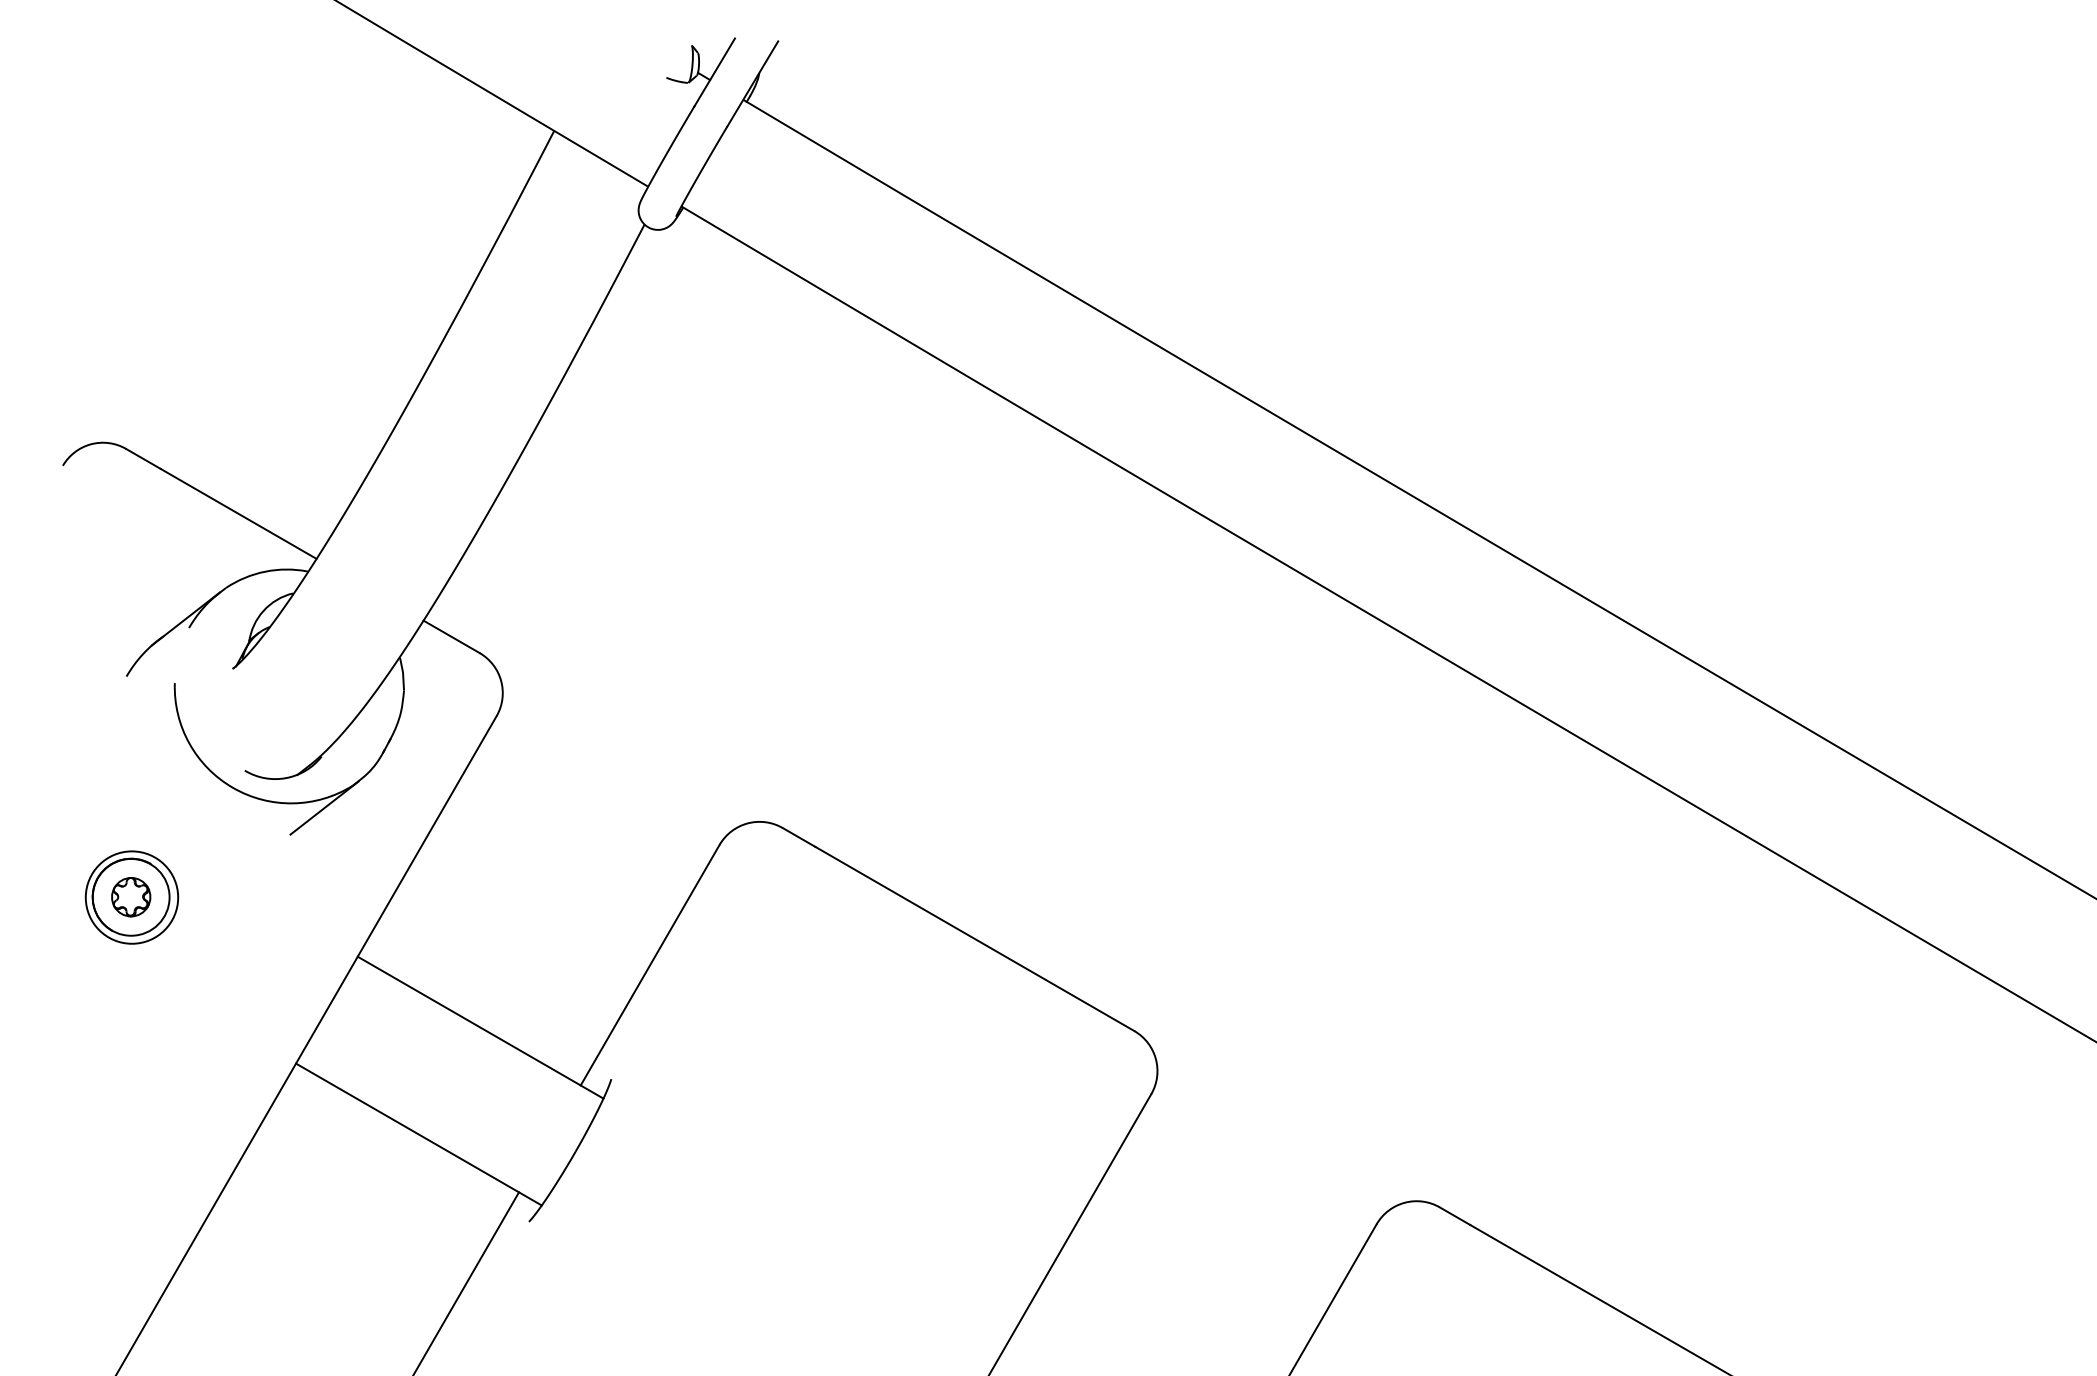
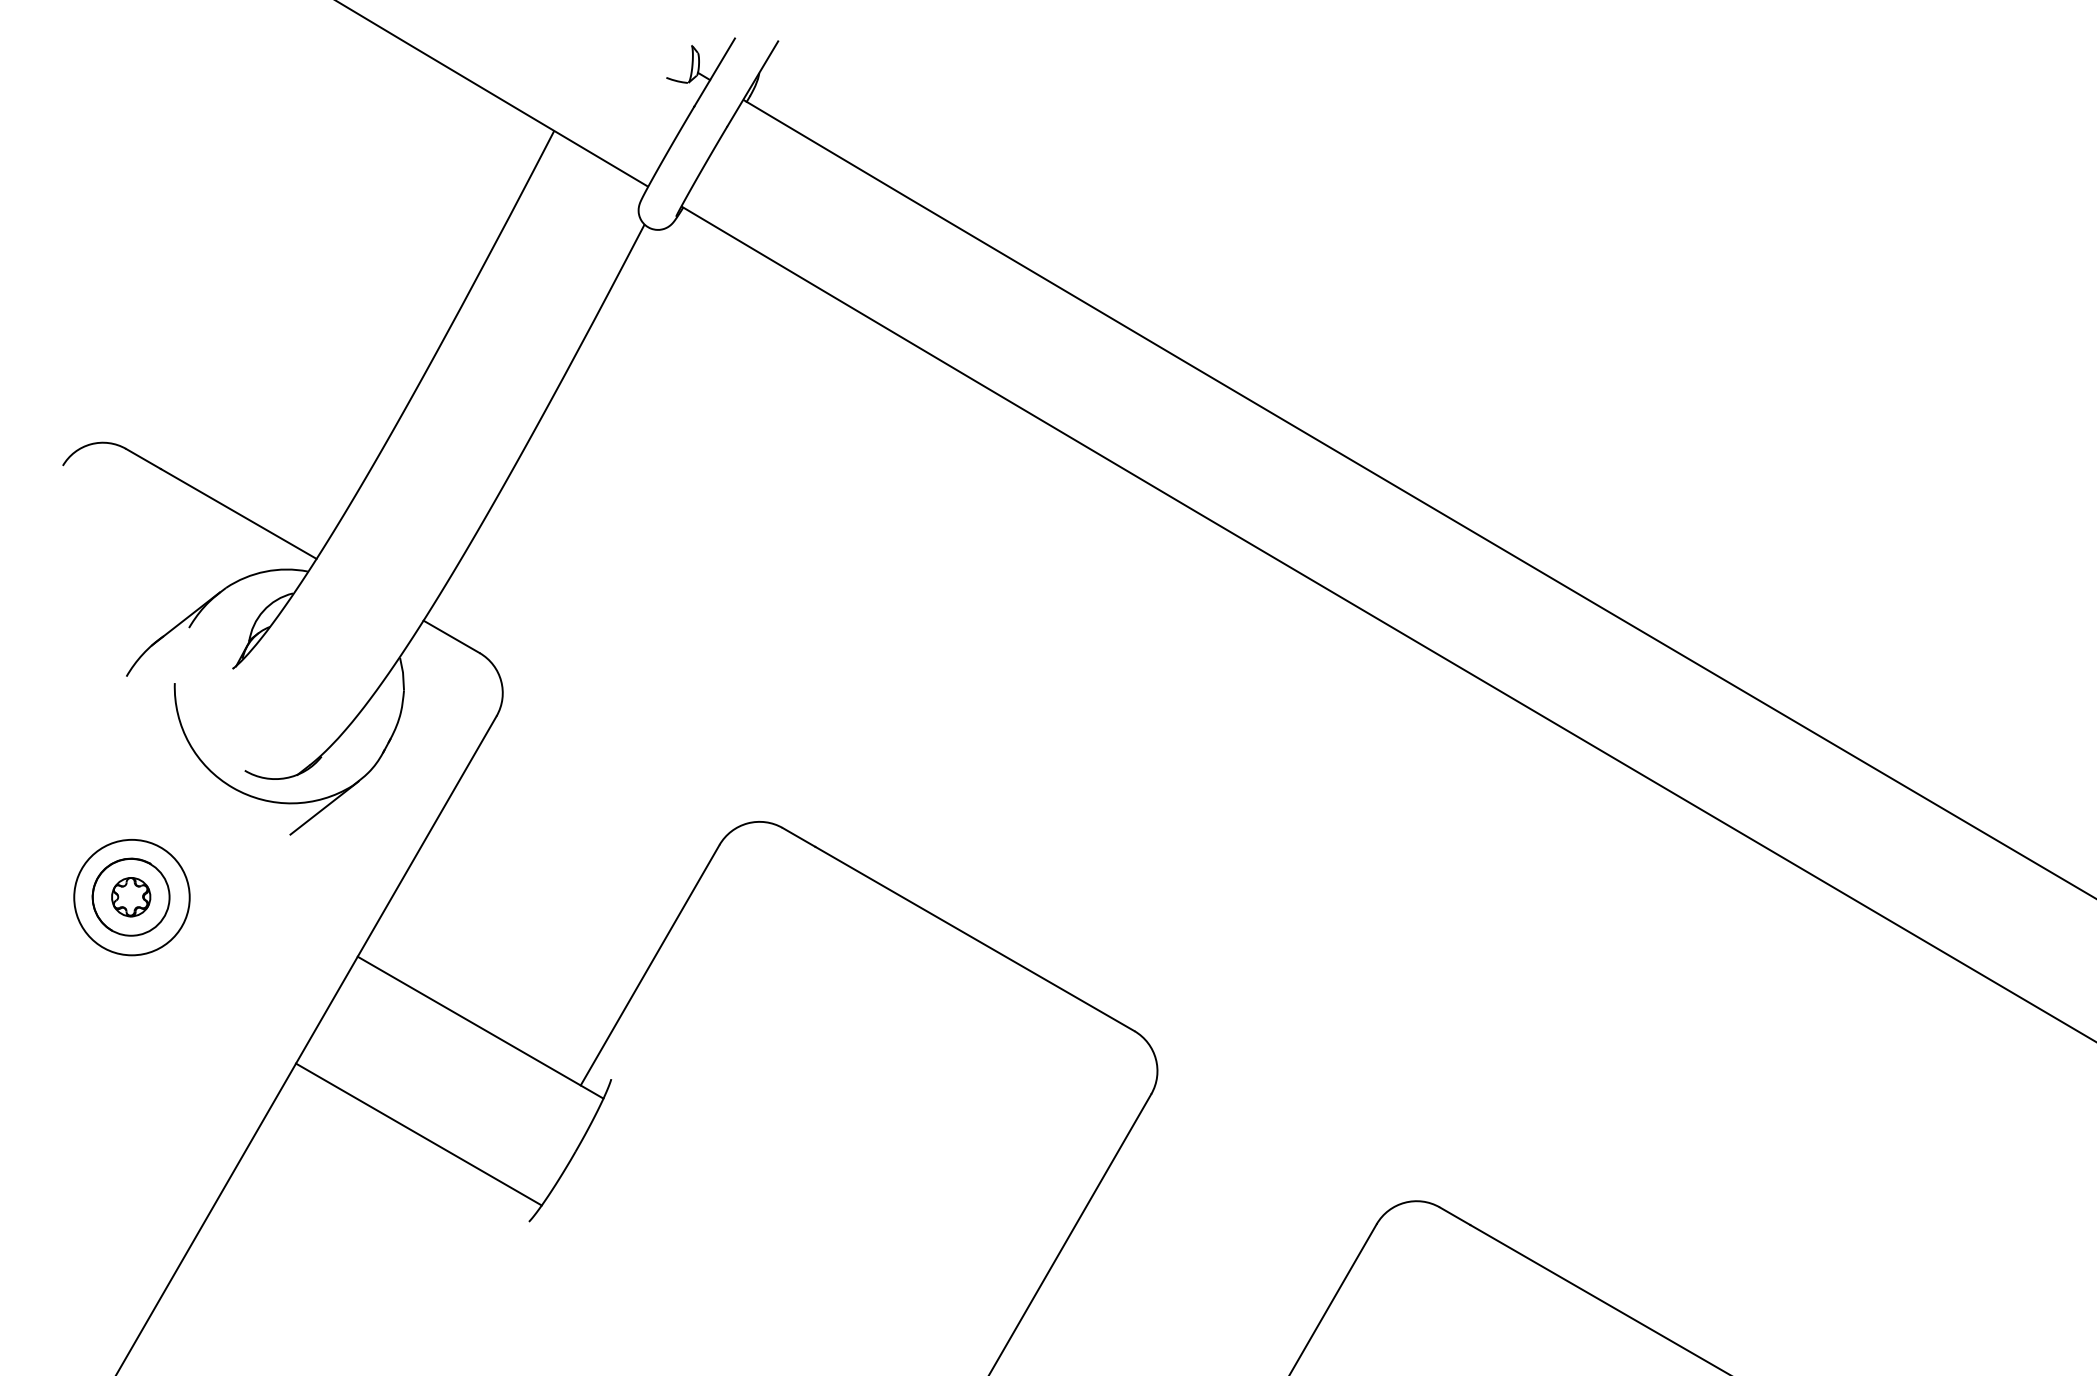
circle at (131, 897) diameter: 92 px -> 115 px
line at (466, 1282): present -> none
